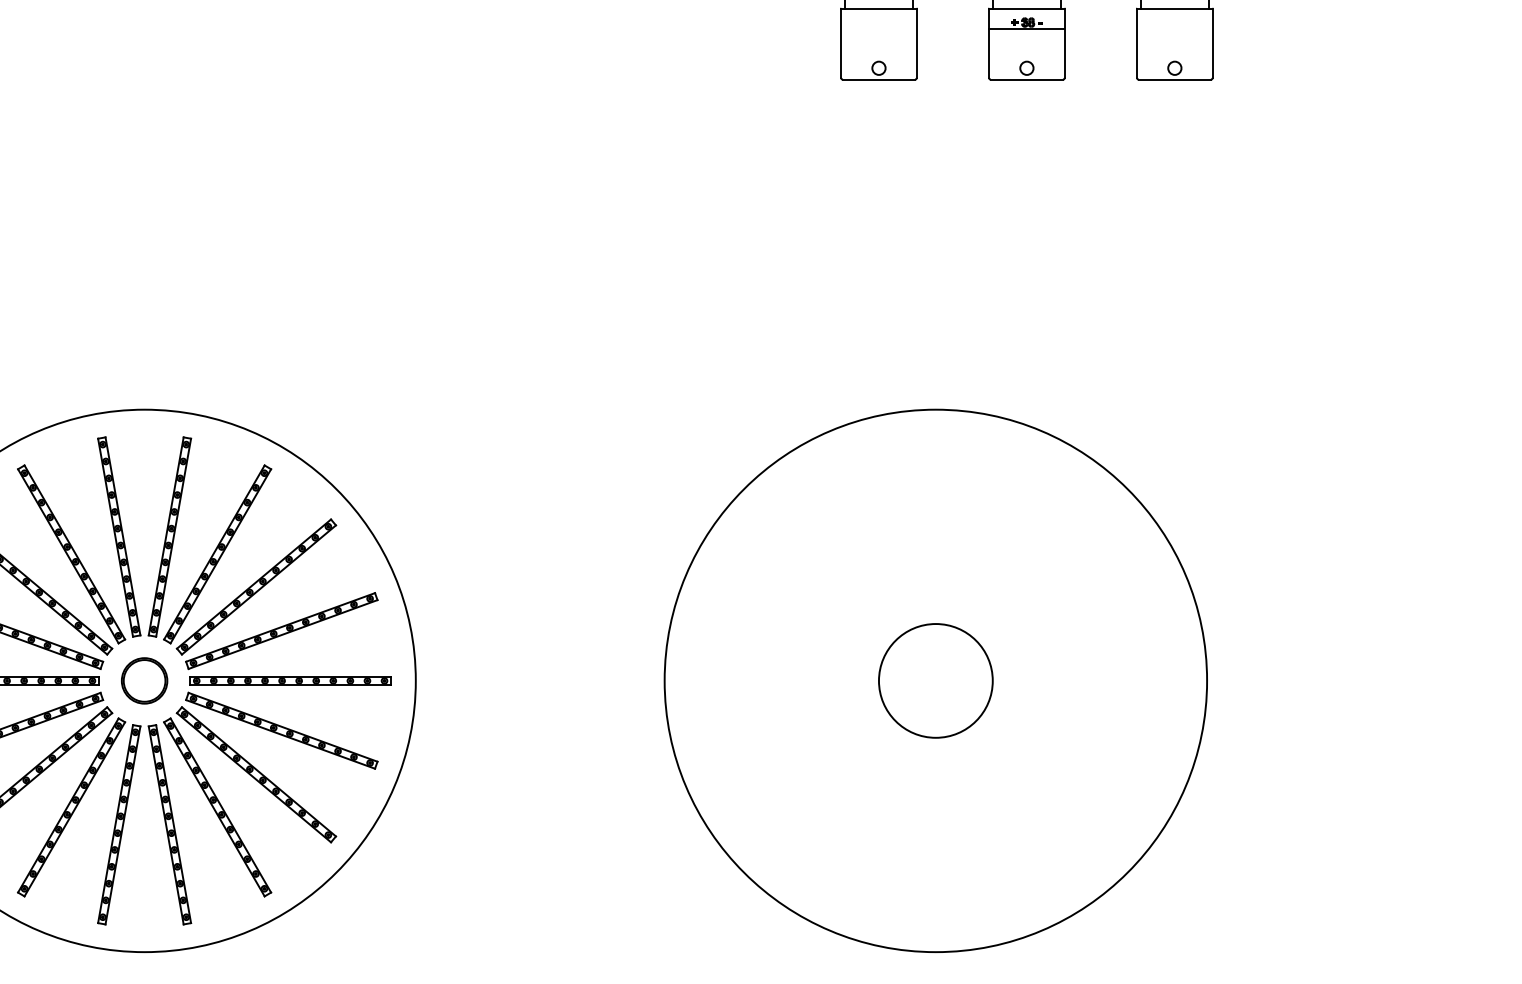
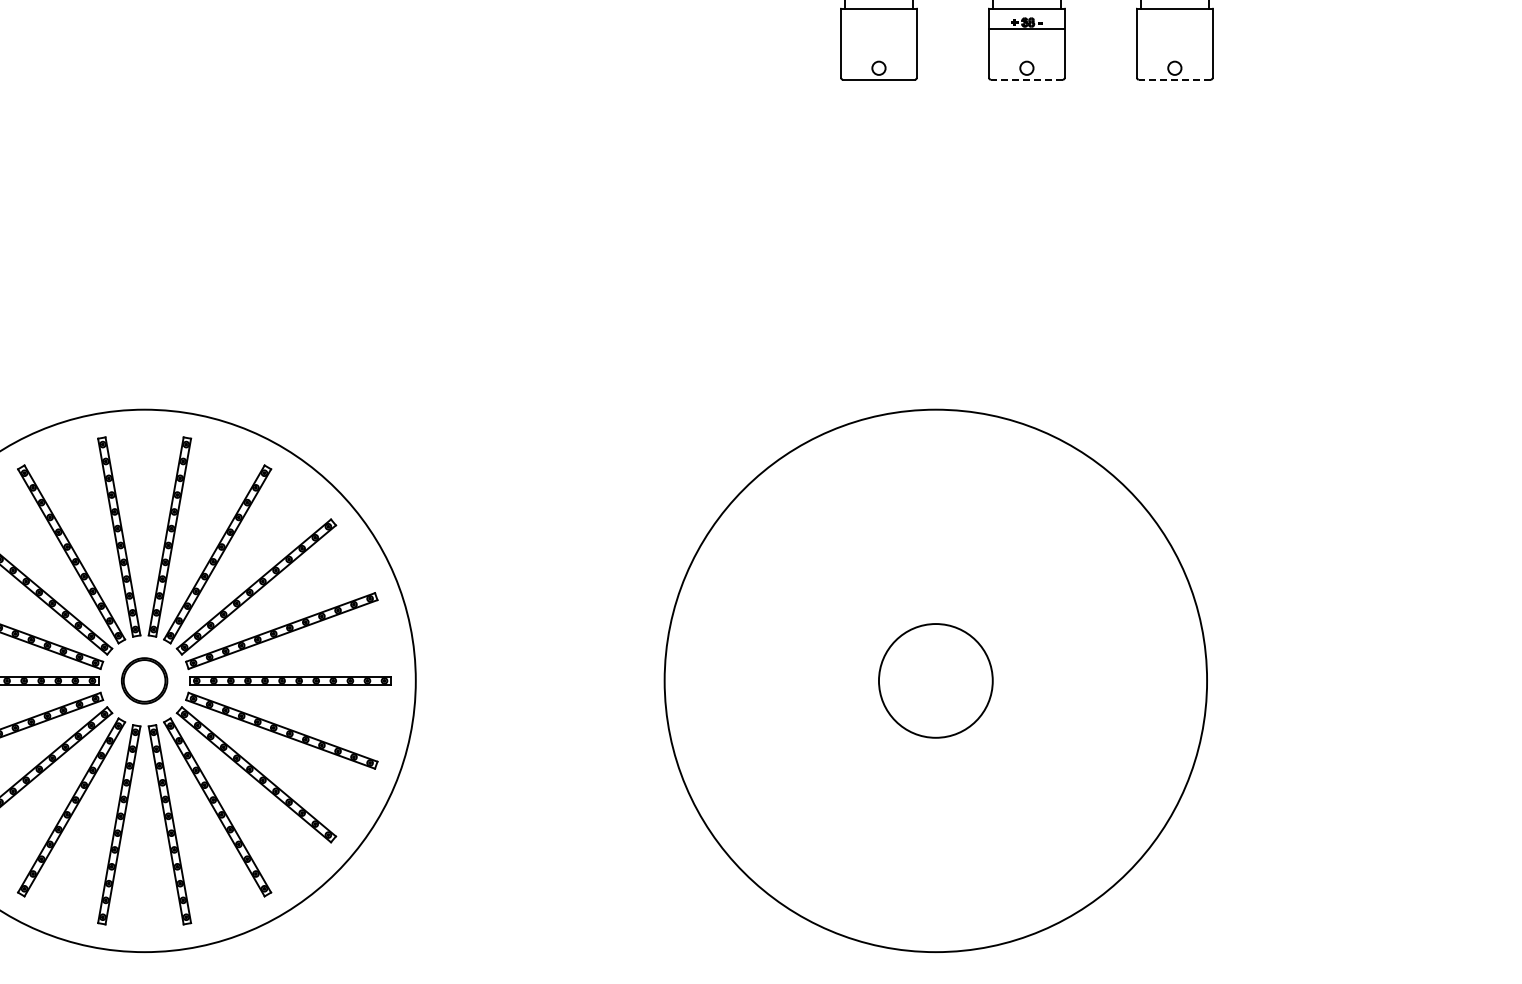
line at (1026, 79): solid -> dashed
line at (1174, 79): solid -> dashed
